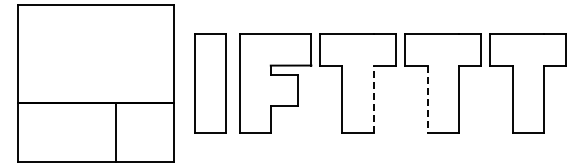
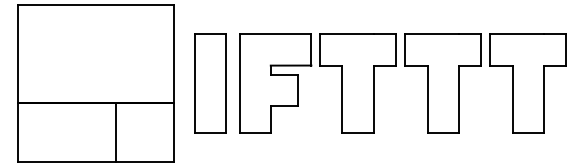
line at (373, 99): dashed -> solid
line at (427, 99): dashed -> solid
